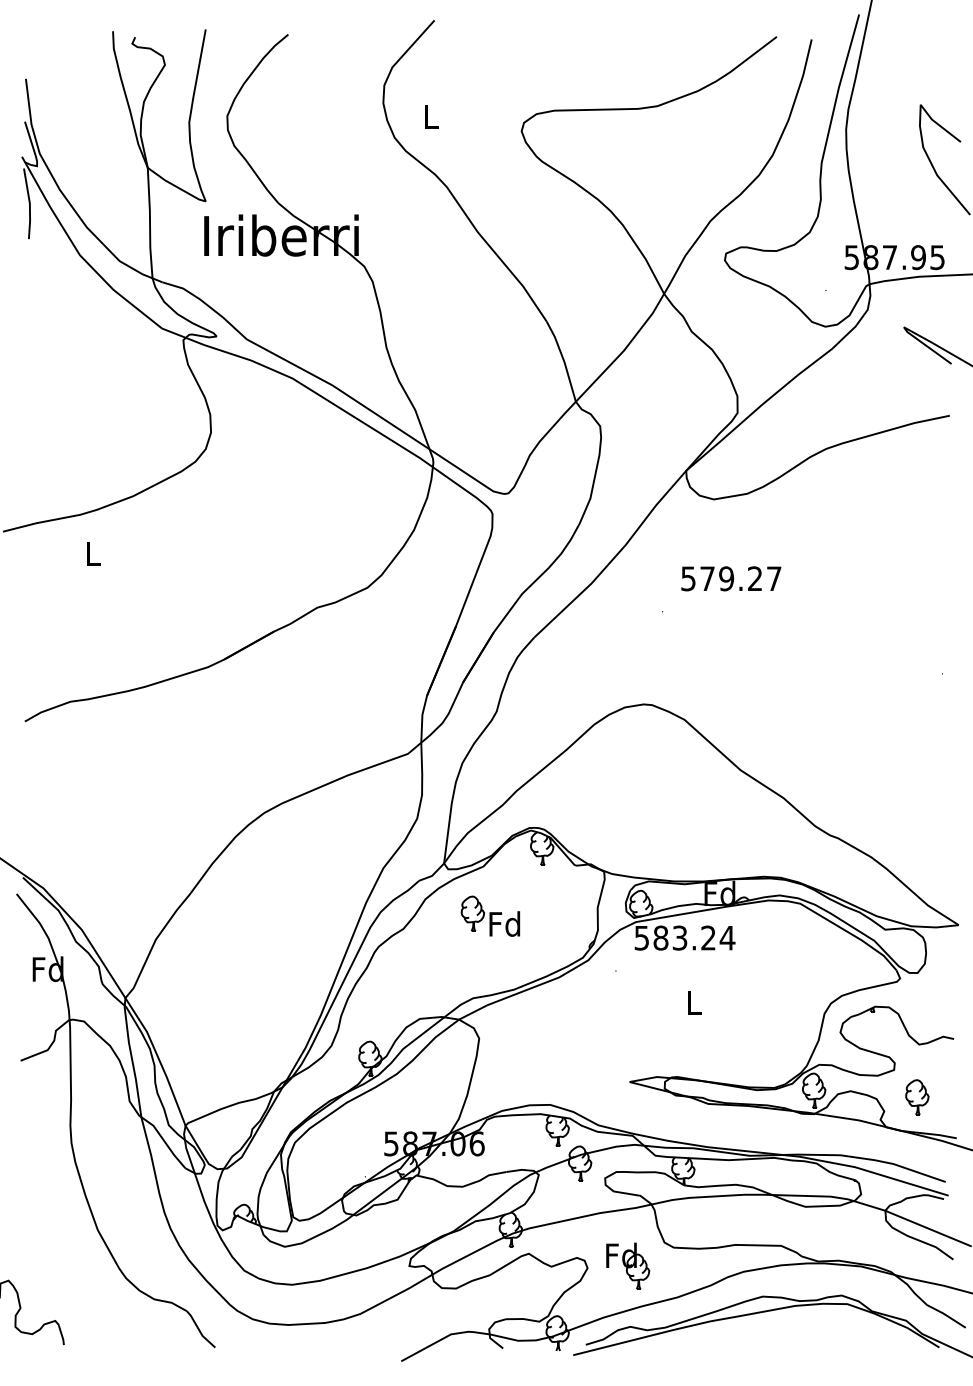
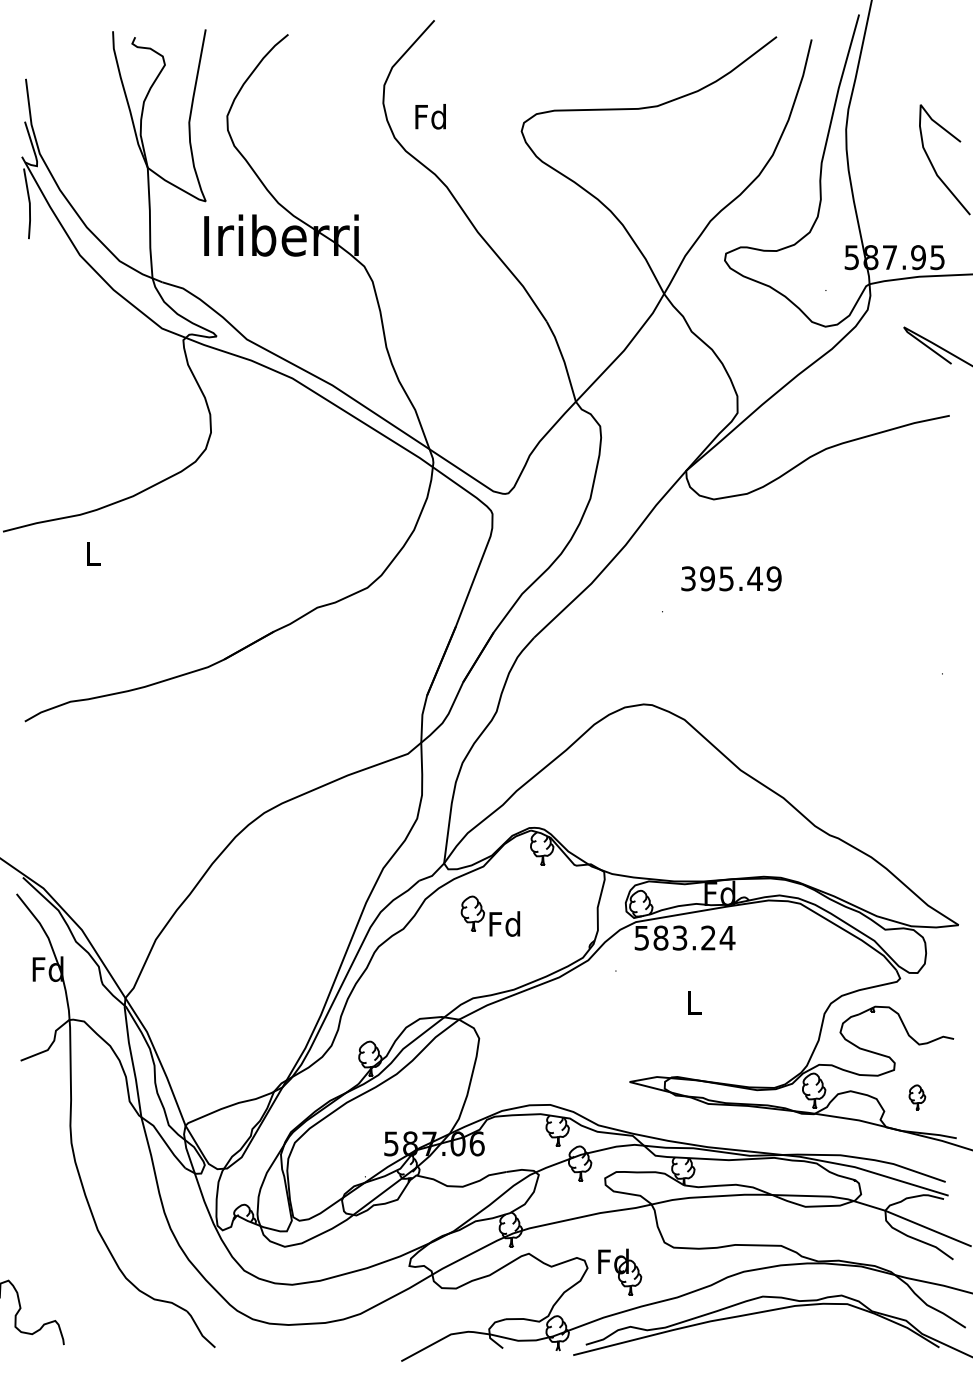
text at (430, 116): L -> Fd
text at (731, 578): 579.27 -> 395.49
part at (917, 1097) size: 25x37 px -> 19x27 px
part at (628, 1265) position: (628, 1265) -> (620, 1271)
